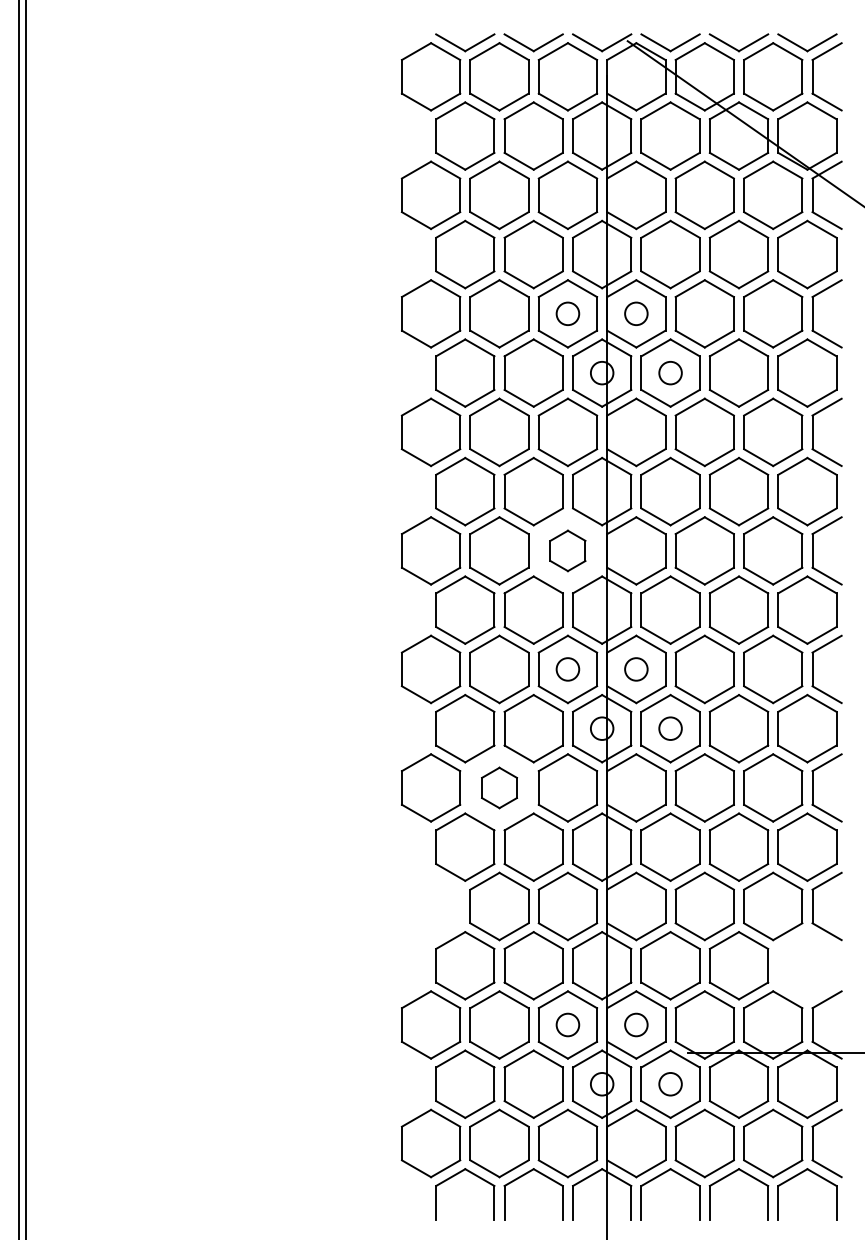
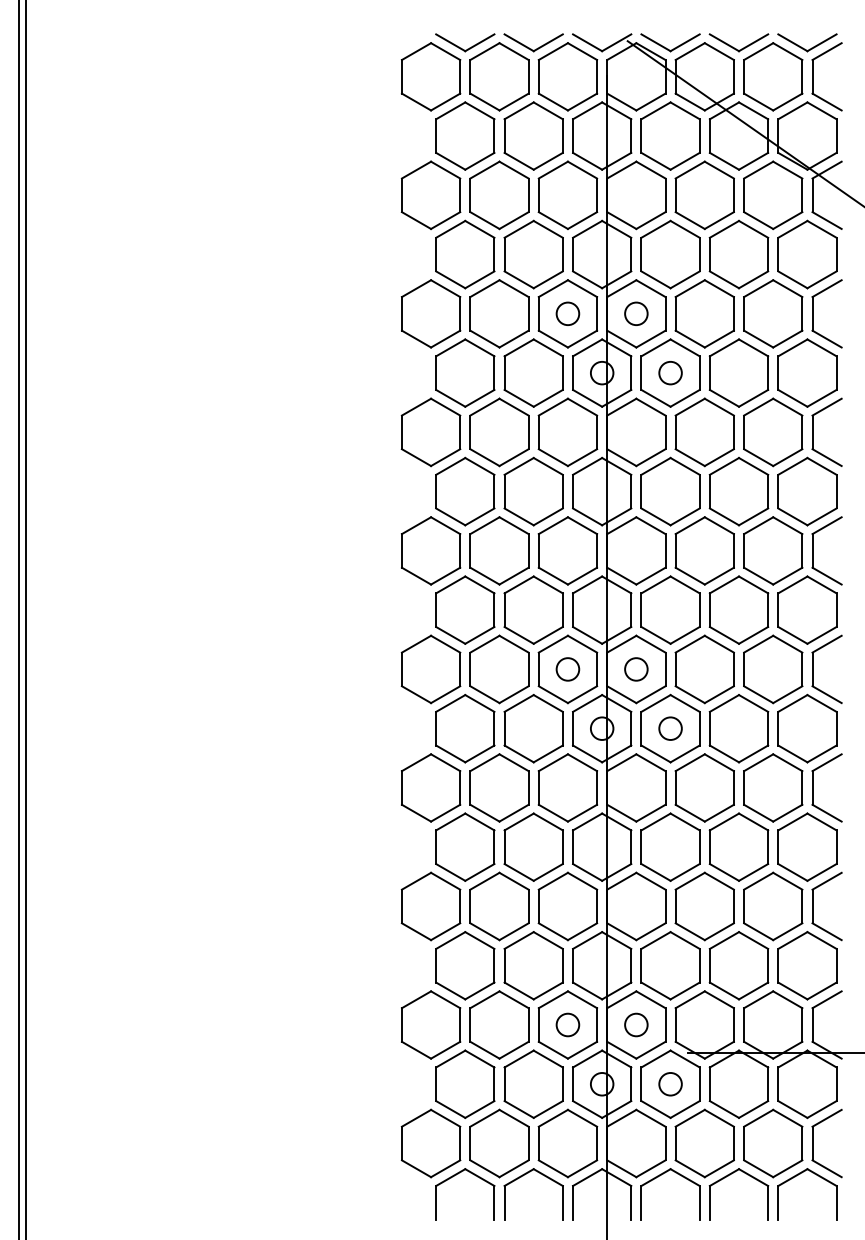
part at (567, 550) size: 38x44 px -> 62x70 px
part at (499, 787) size: 37x44 px -> 61x70 px
part at (430, 906): none -> present
part at (807, 965): none -> present
